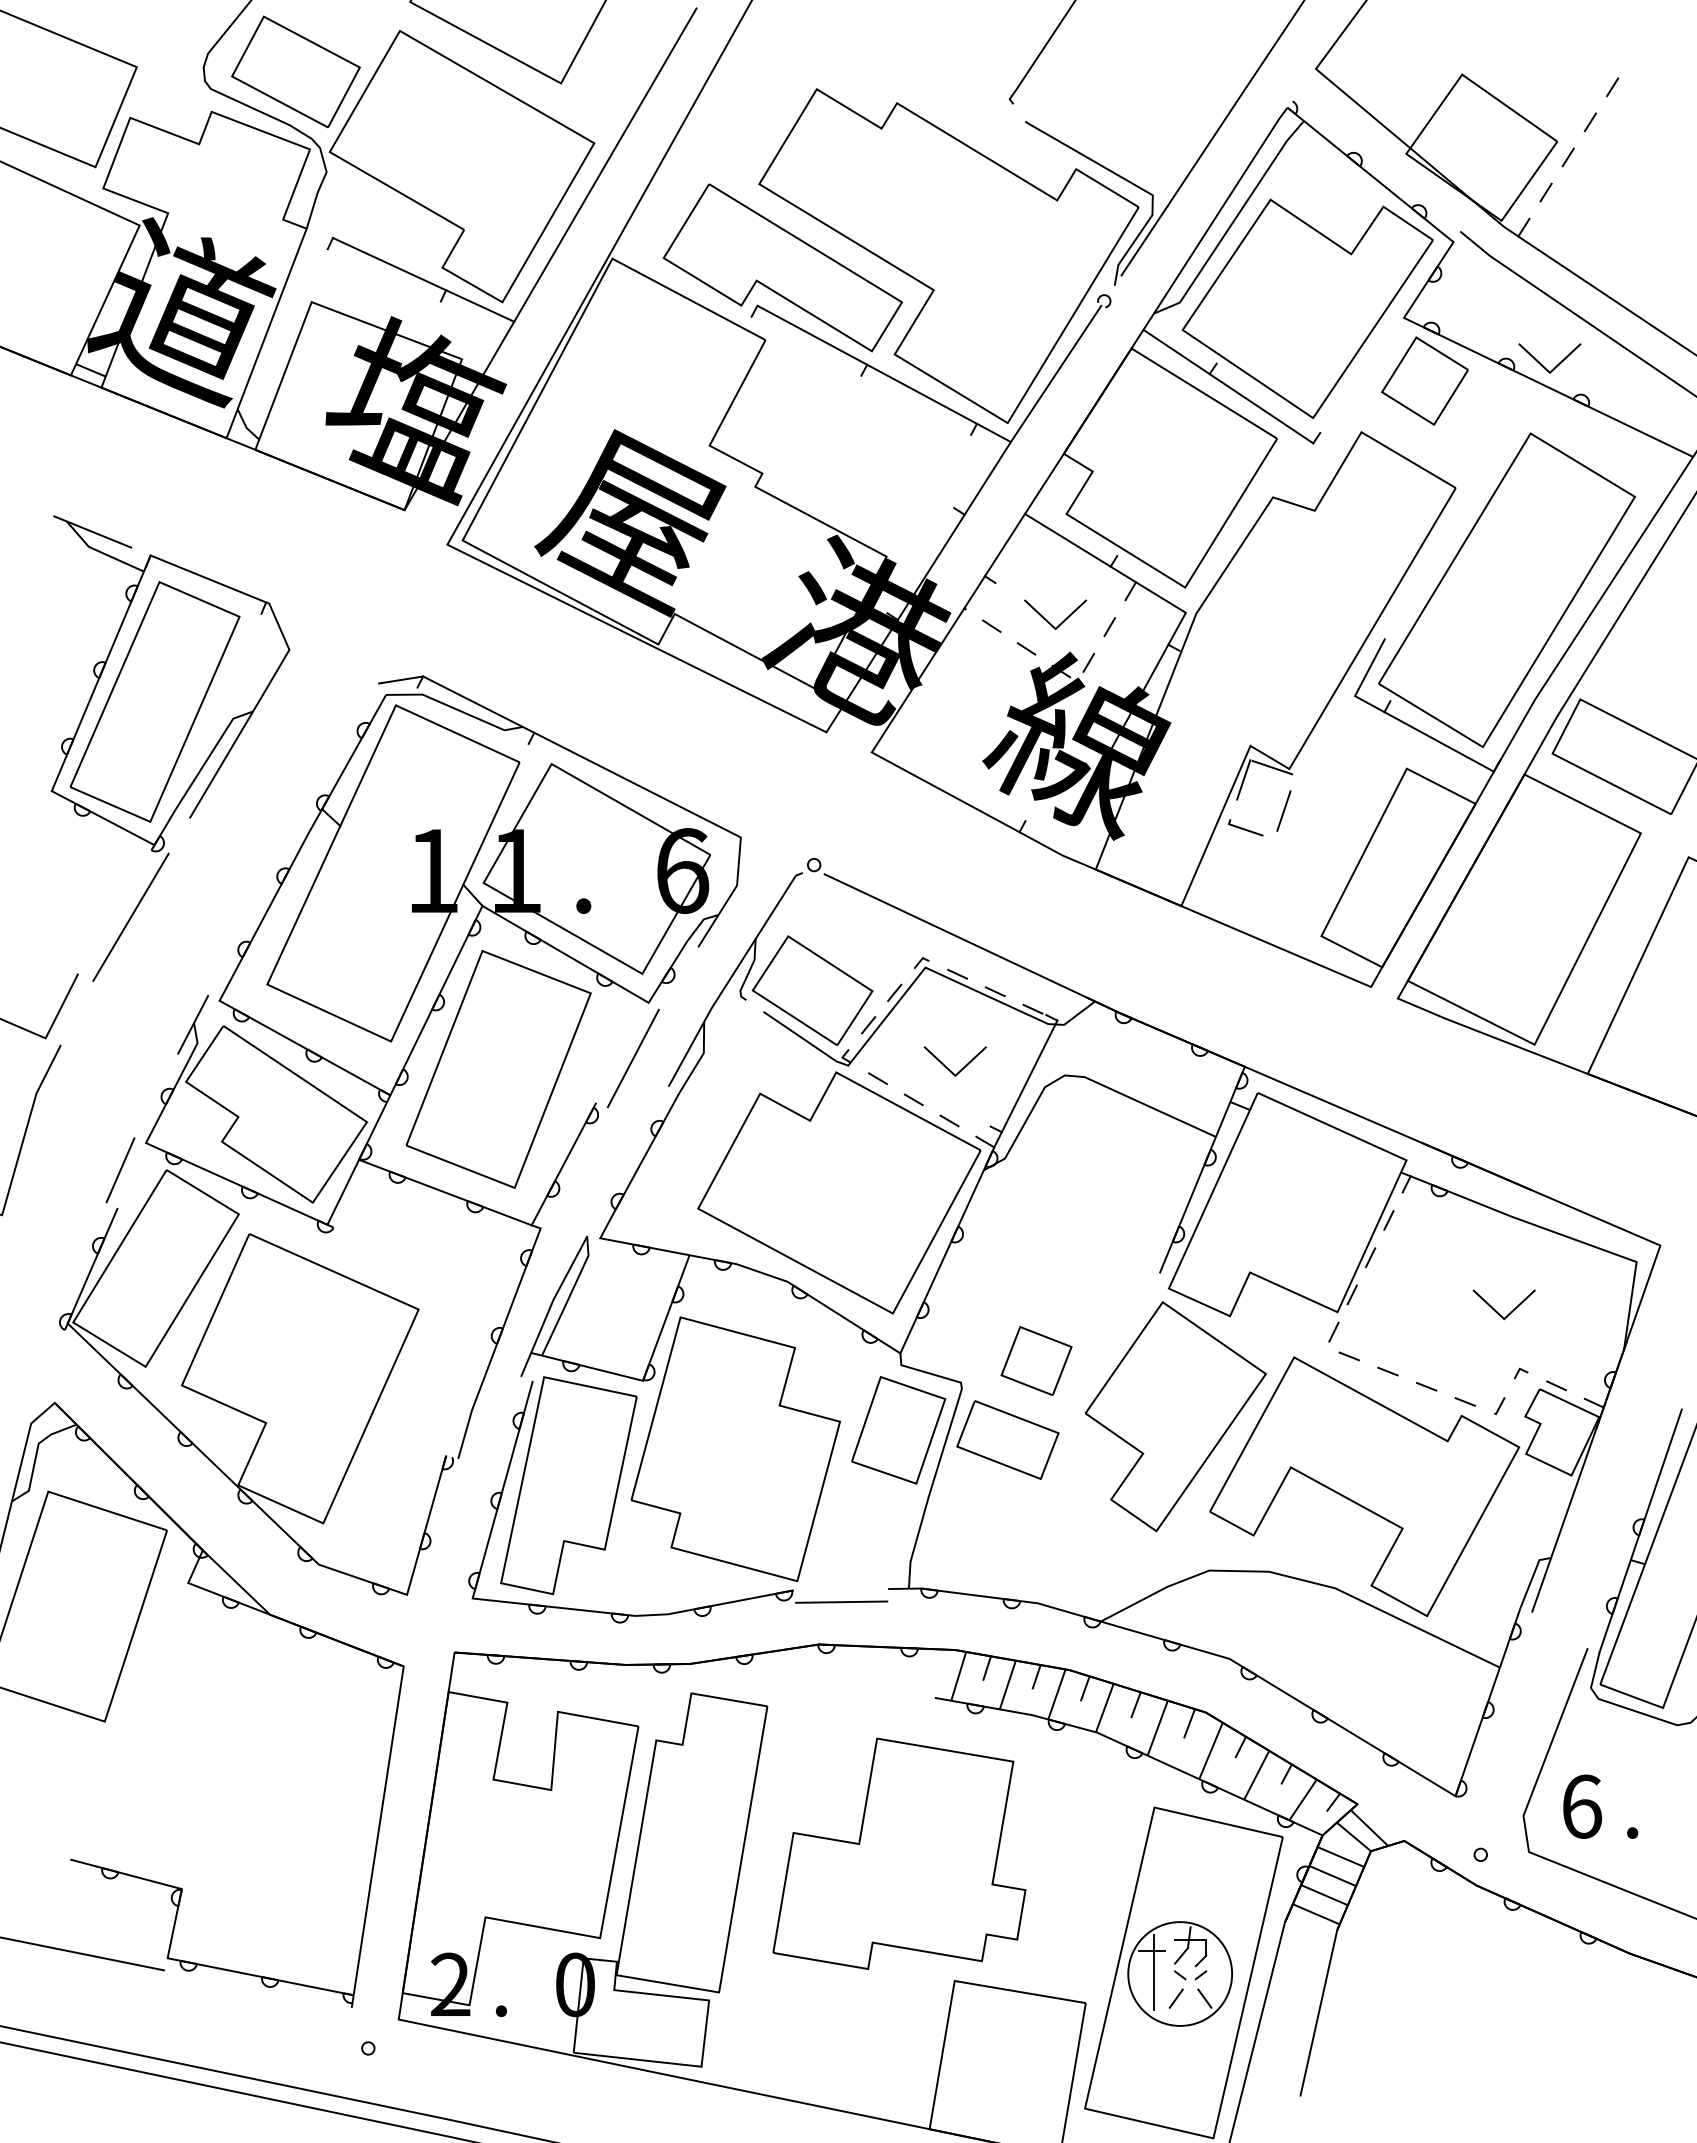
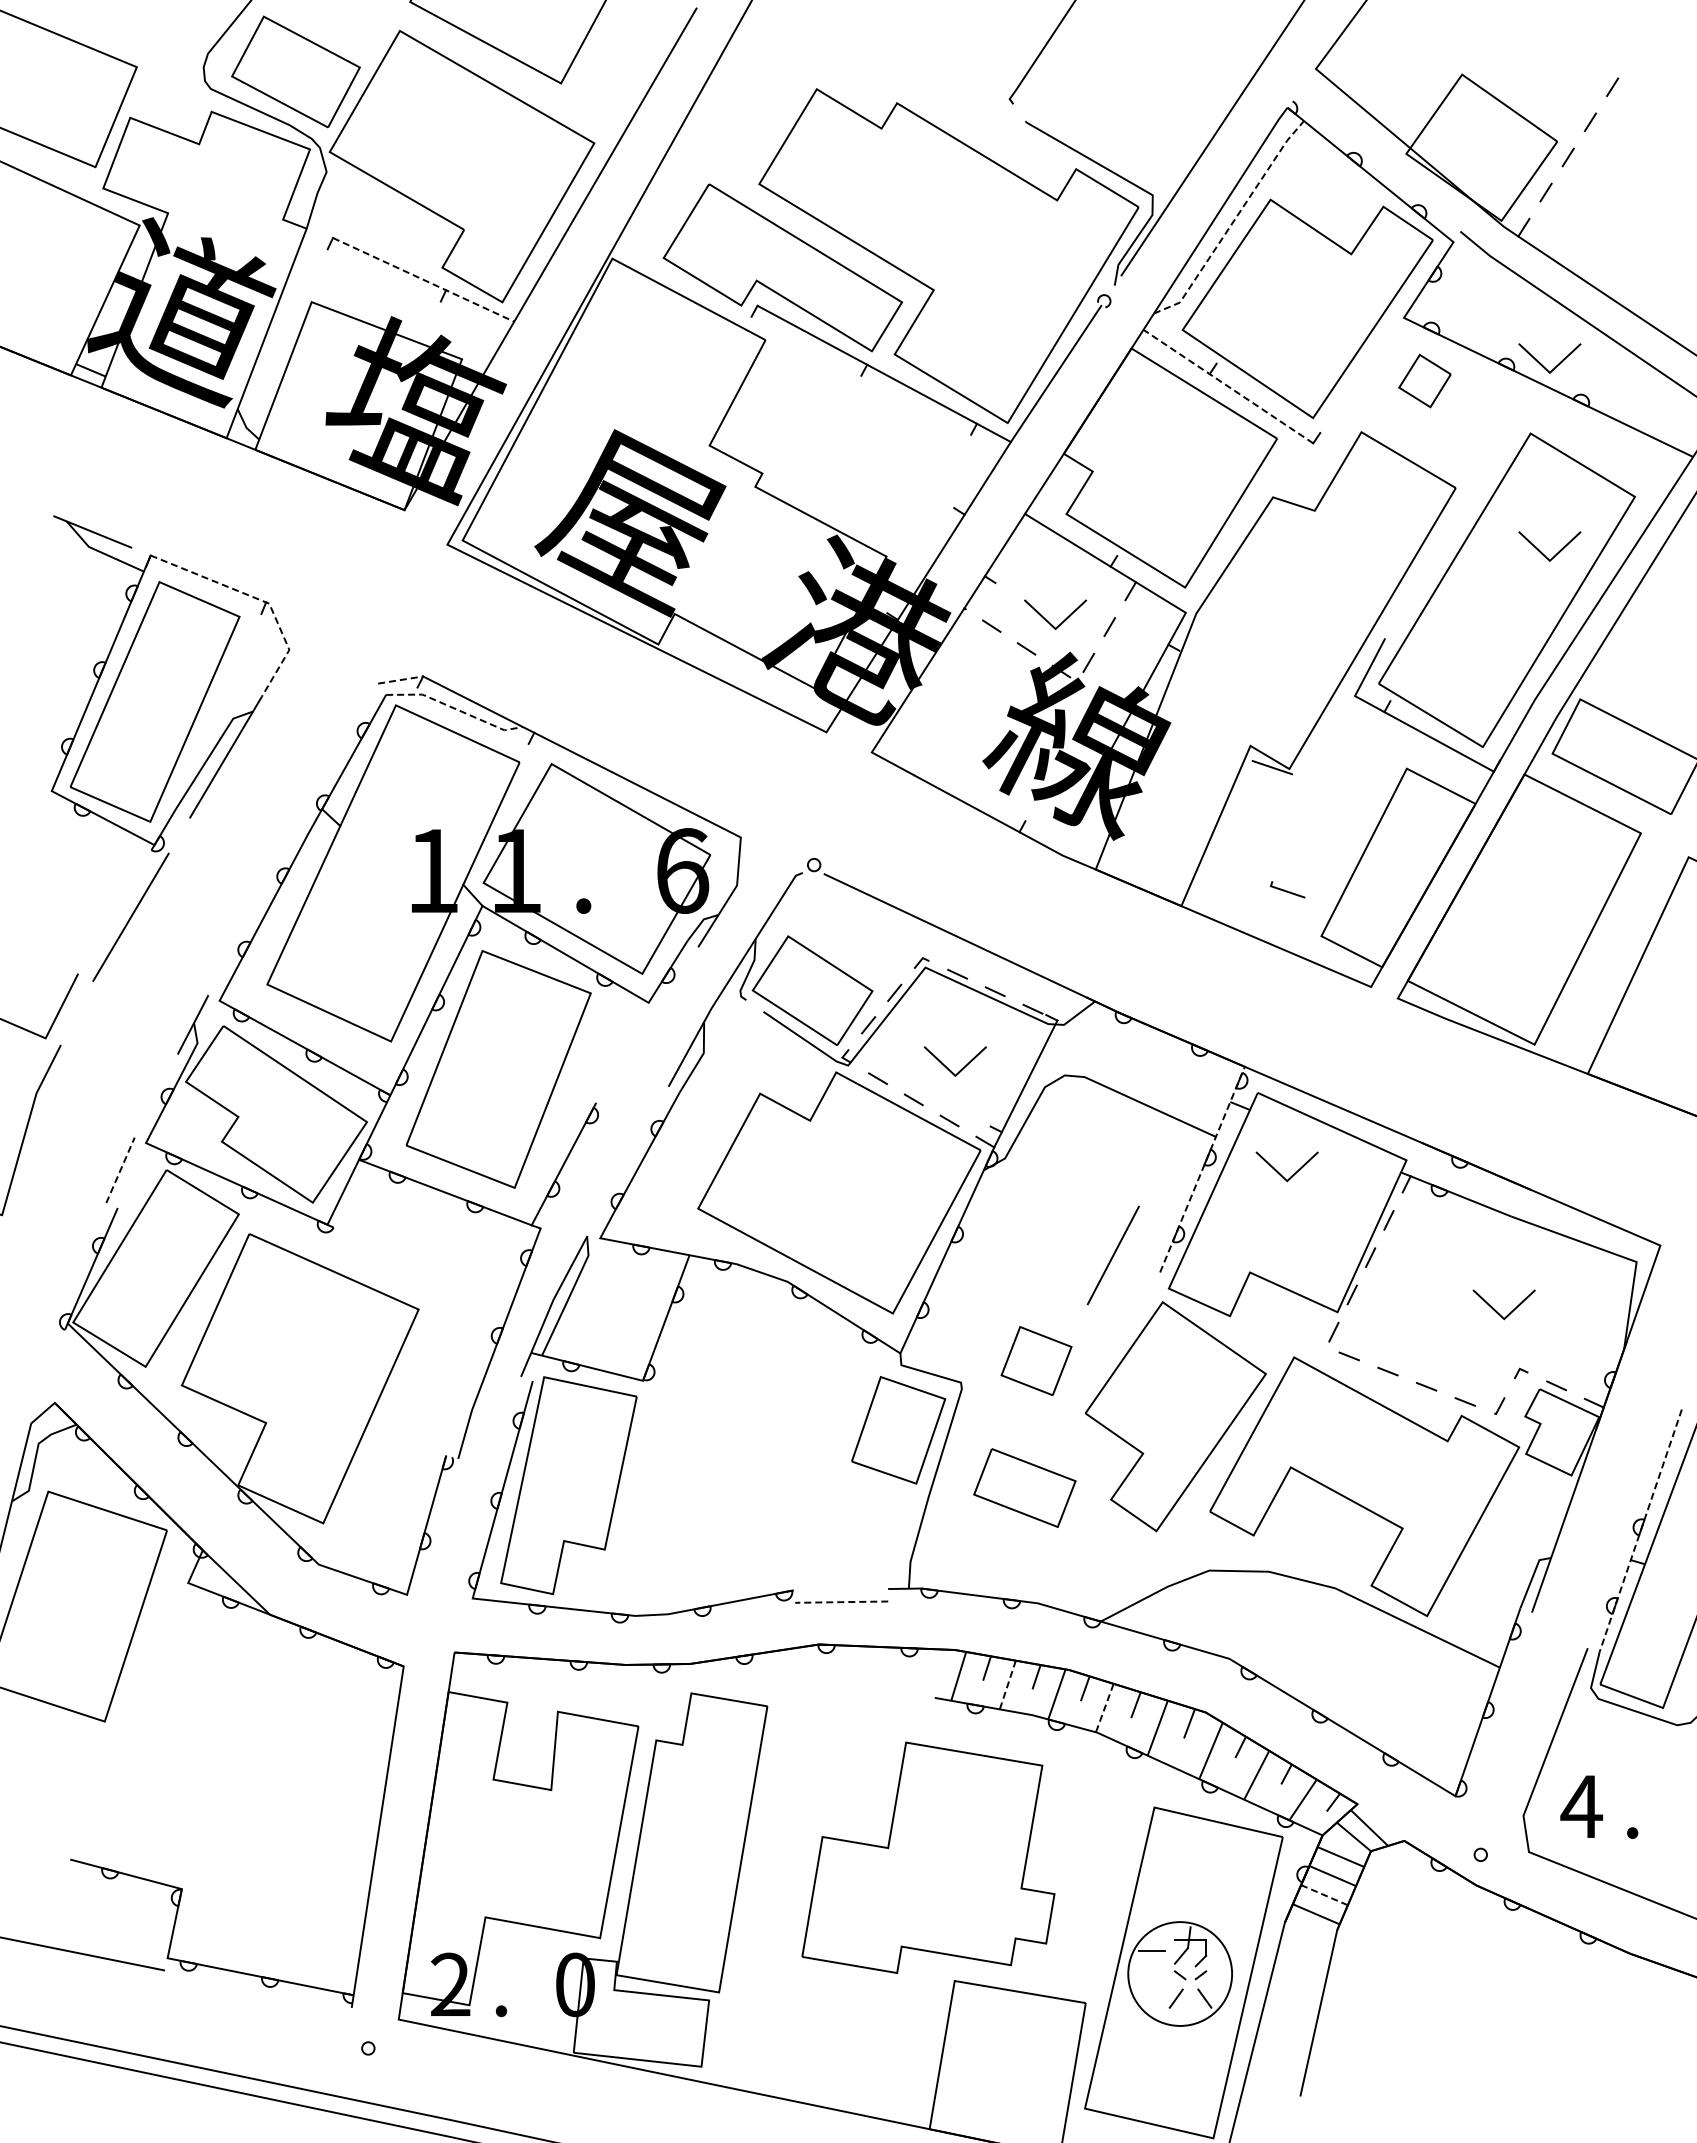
line at (1232, 222): solid -> dashed
line at (423, 279): solid -> dashed
part at (1424, 380) size: 88x90 px -> 54x56 px
line at (1227, 386): solid -> dashed
line at (1542, 552): none -> present
line at (260, 599): solid -> dashed
line at (400, 680): solid -> dashed
line at (455, 708): solid -> dashed
line at (1243, 779): present -> none
line at (1283, 810): present -> none
line at (1245, 828) position: (1245, 828) -> (1287, 890)
line at (632, 1058) position: (632, 1058) -> (1112, 1255)
line at (1202, 1169): solid -> dashed
line at (120, 1170): solid -> dashed
line at (1279, 1172): none -> present
part at (1007, 1439) position: (1007, 1439) -> (1024, 1487)
part at (735, 1449): present -> none
line at (1640, 1531): solid -> dashed
line at (841, 1602): solid -> dashed
line at (1007, 1685): solid -> dashed
line at (1104, 1708): solid -> dashed
text at (1581, 1806): 6 -> 4
part at (899, 1853) position: (899, 1853) -> (928, 1857)
line at (1324, 1894): solid -> dashed
line at (1154, 1972): present -> none
